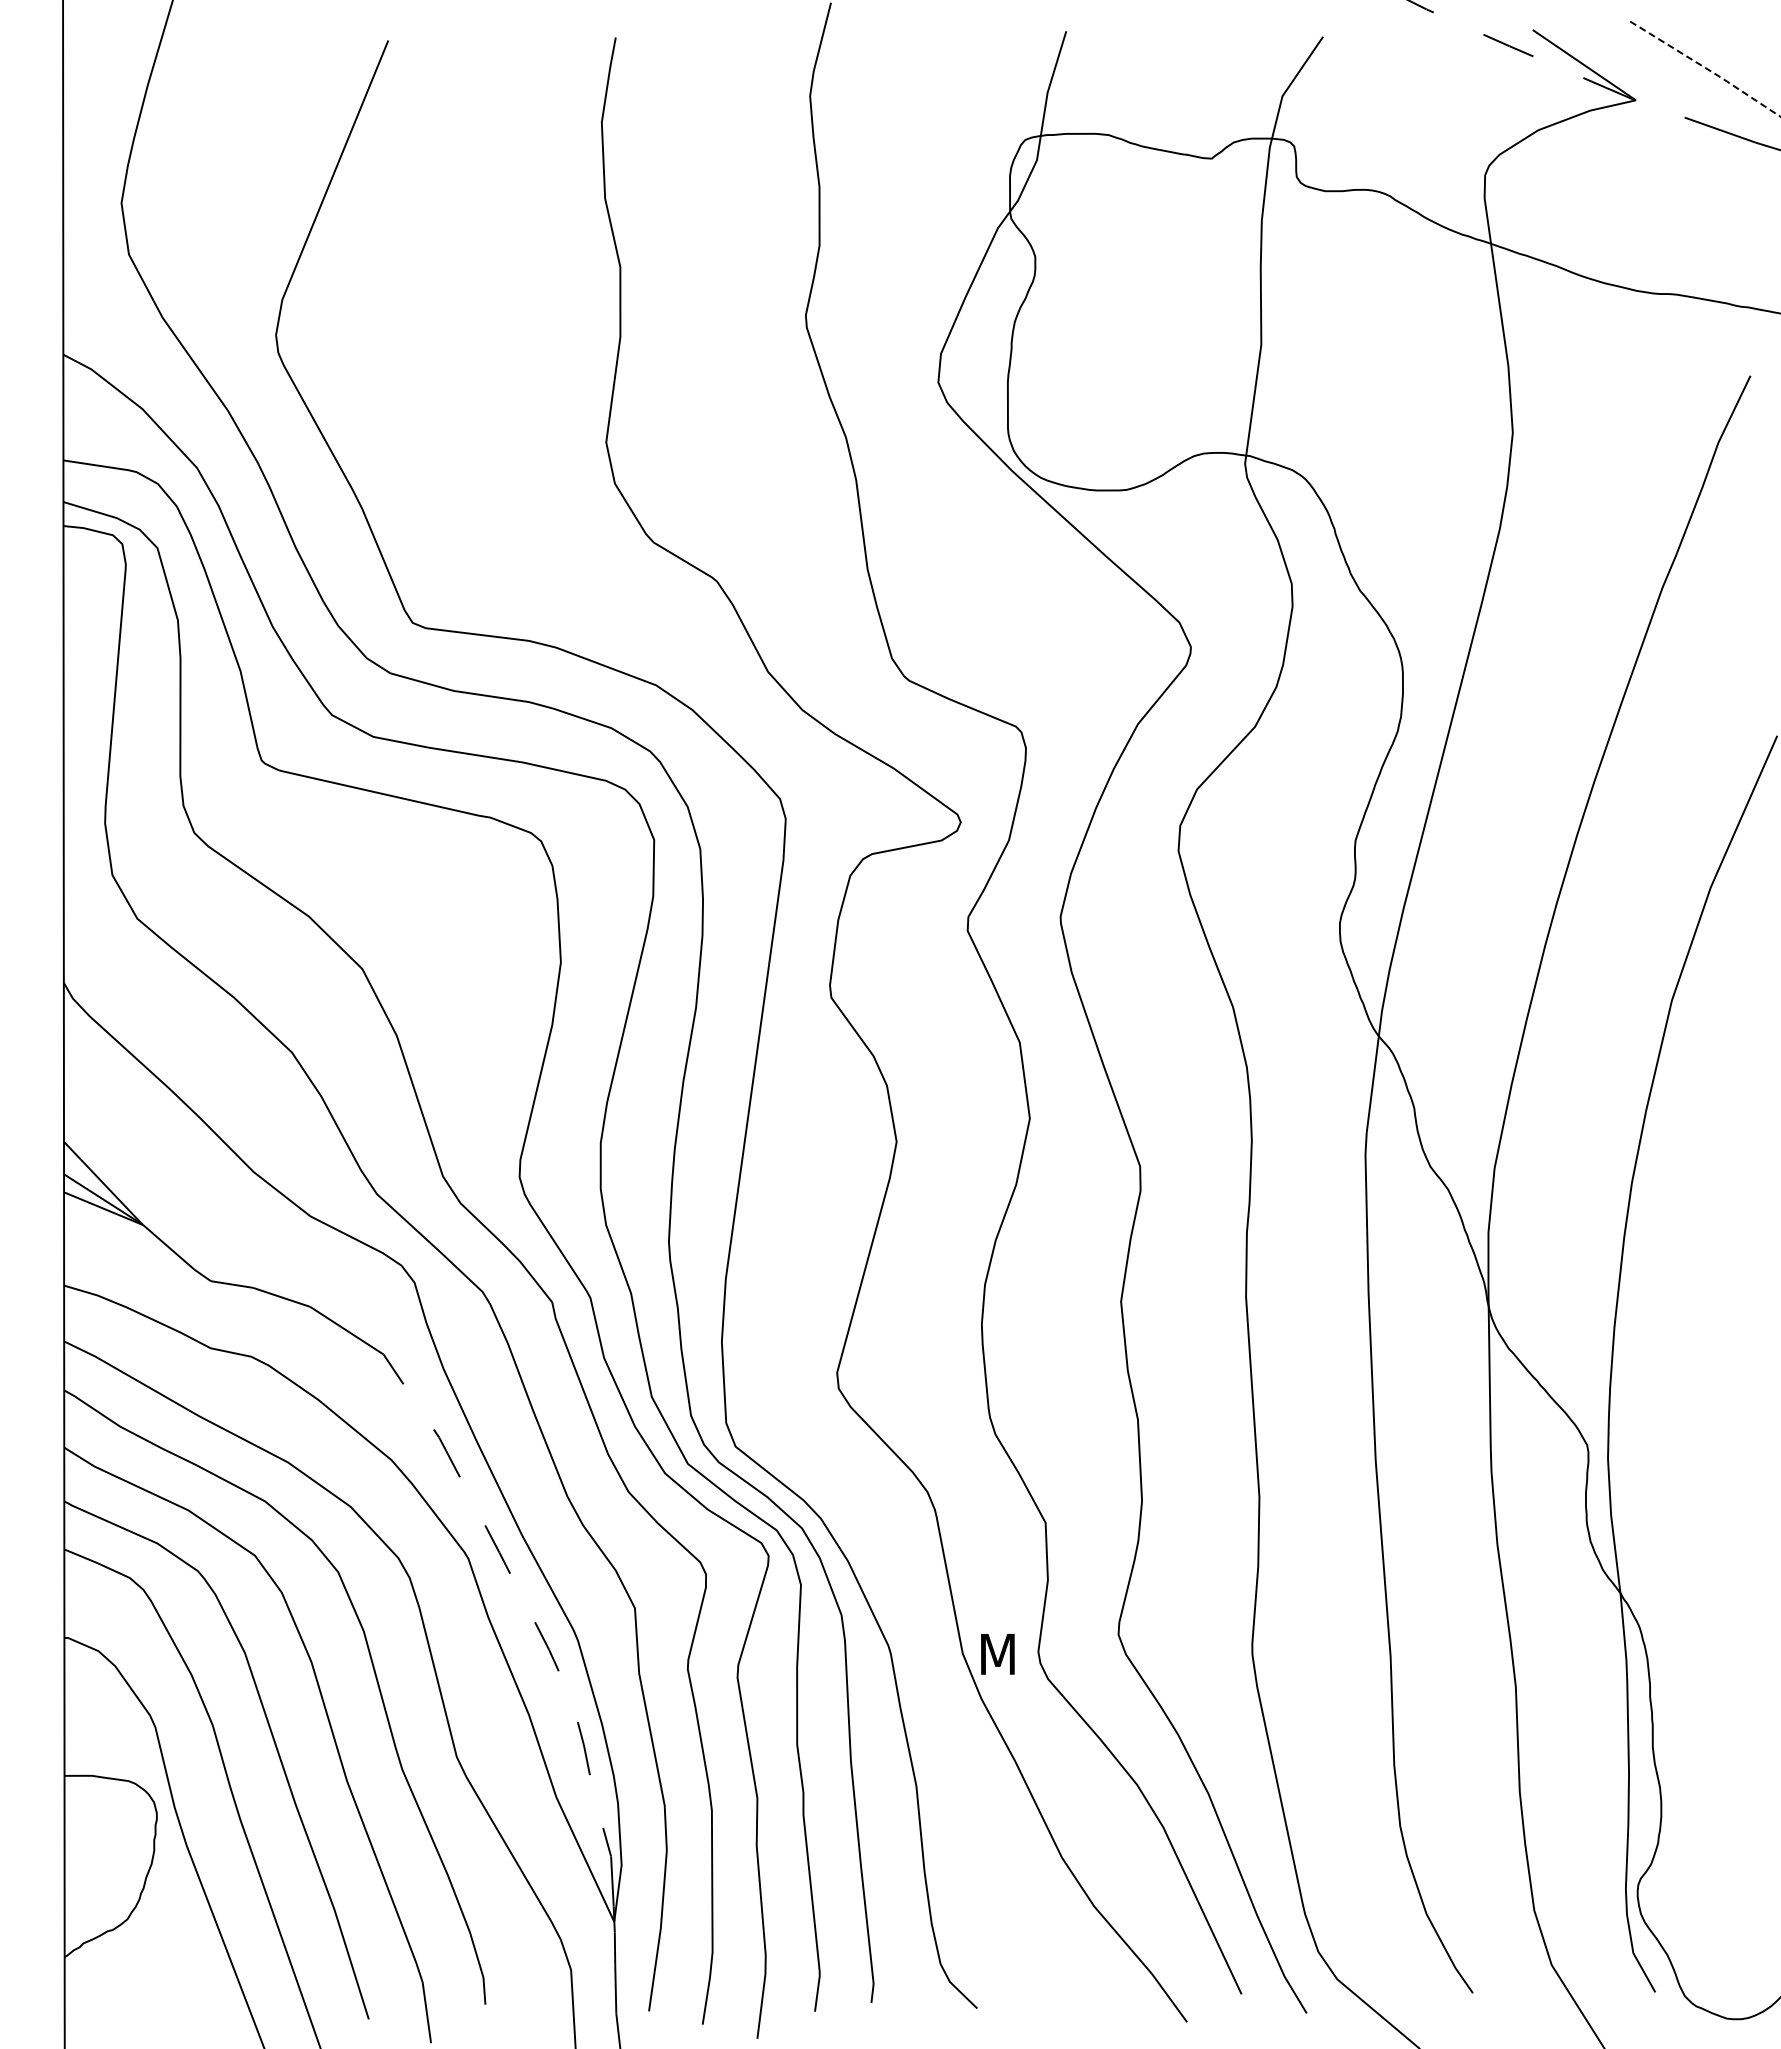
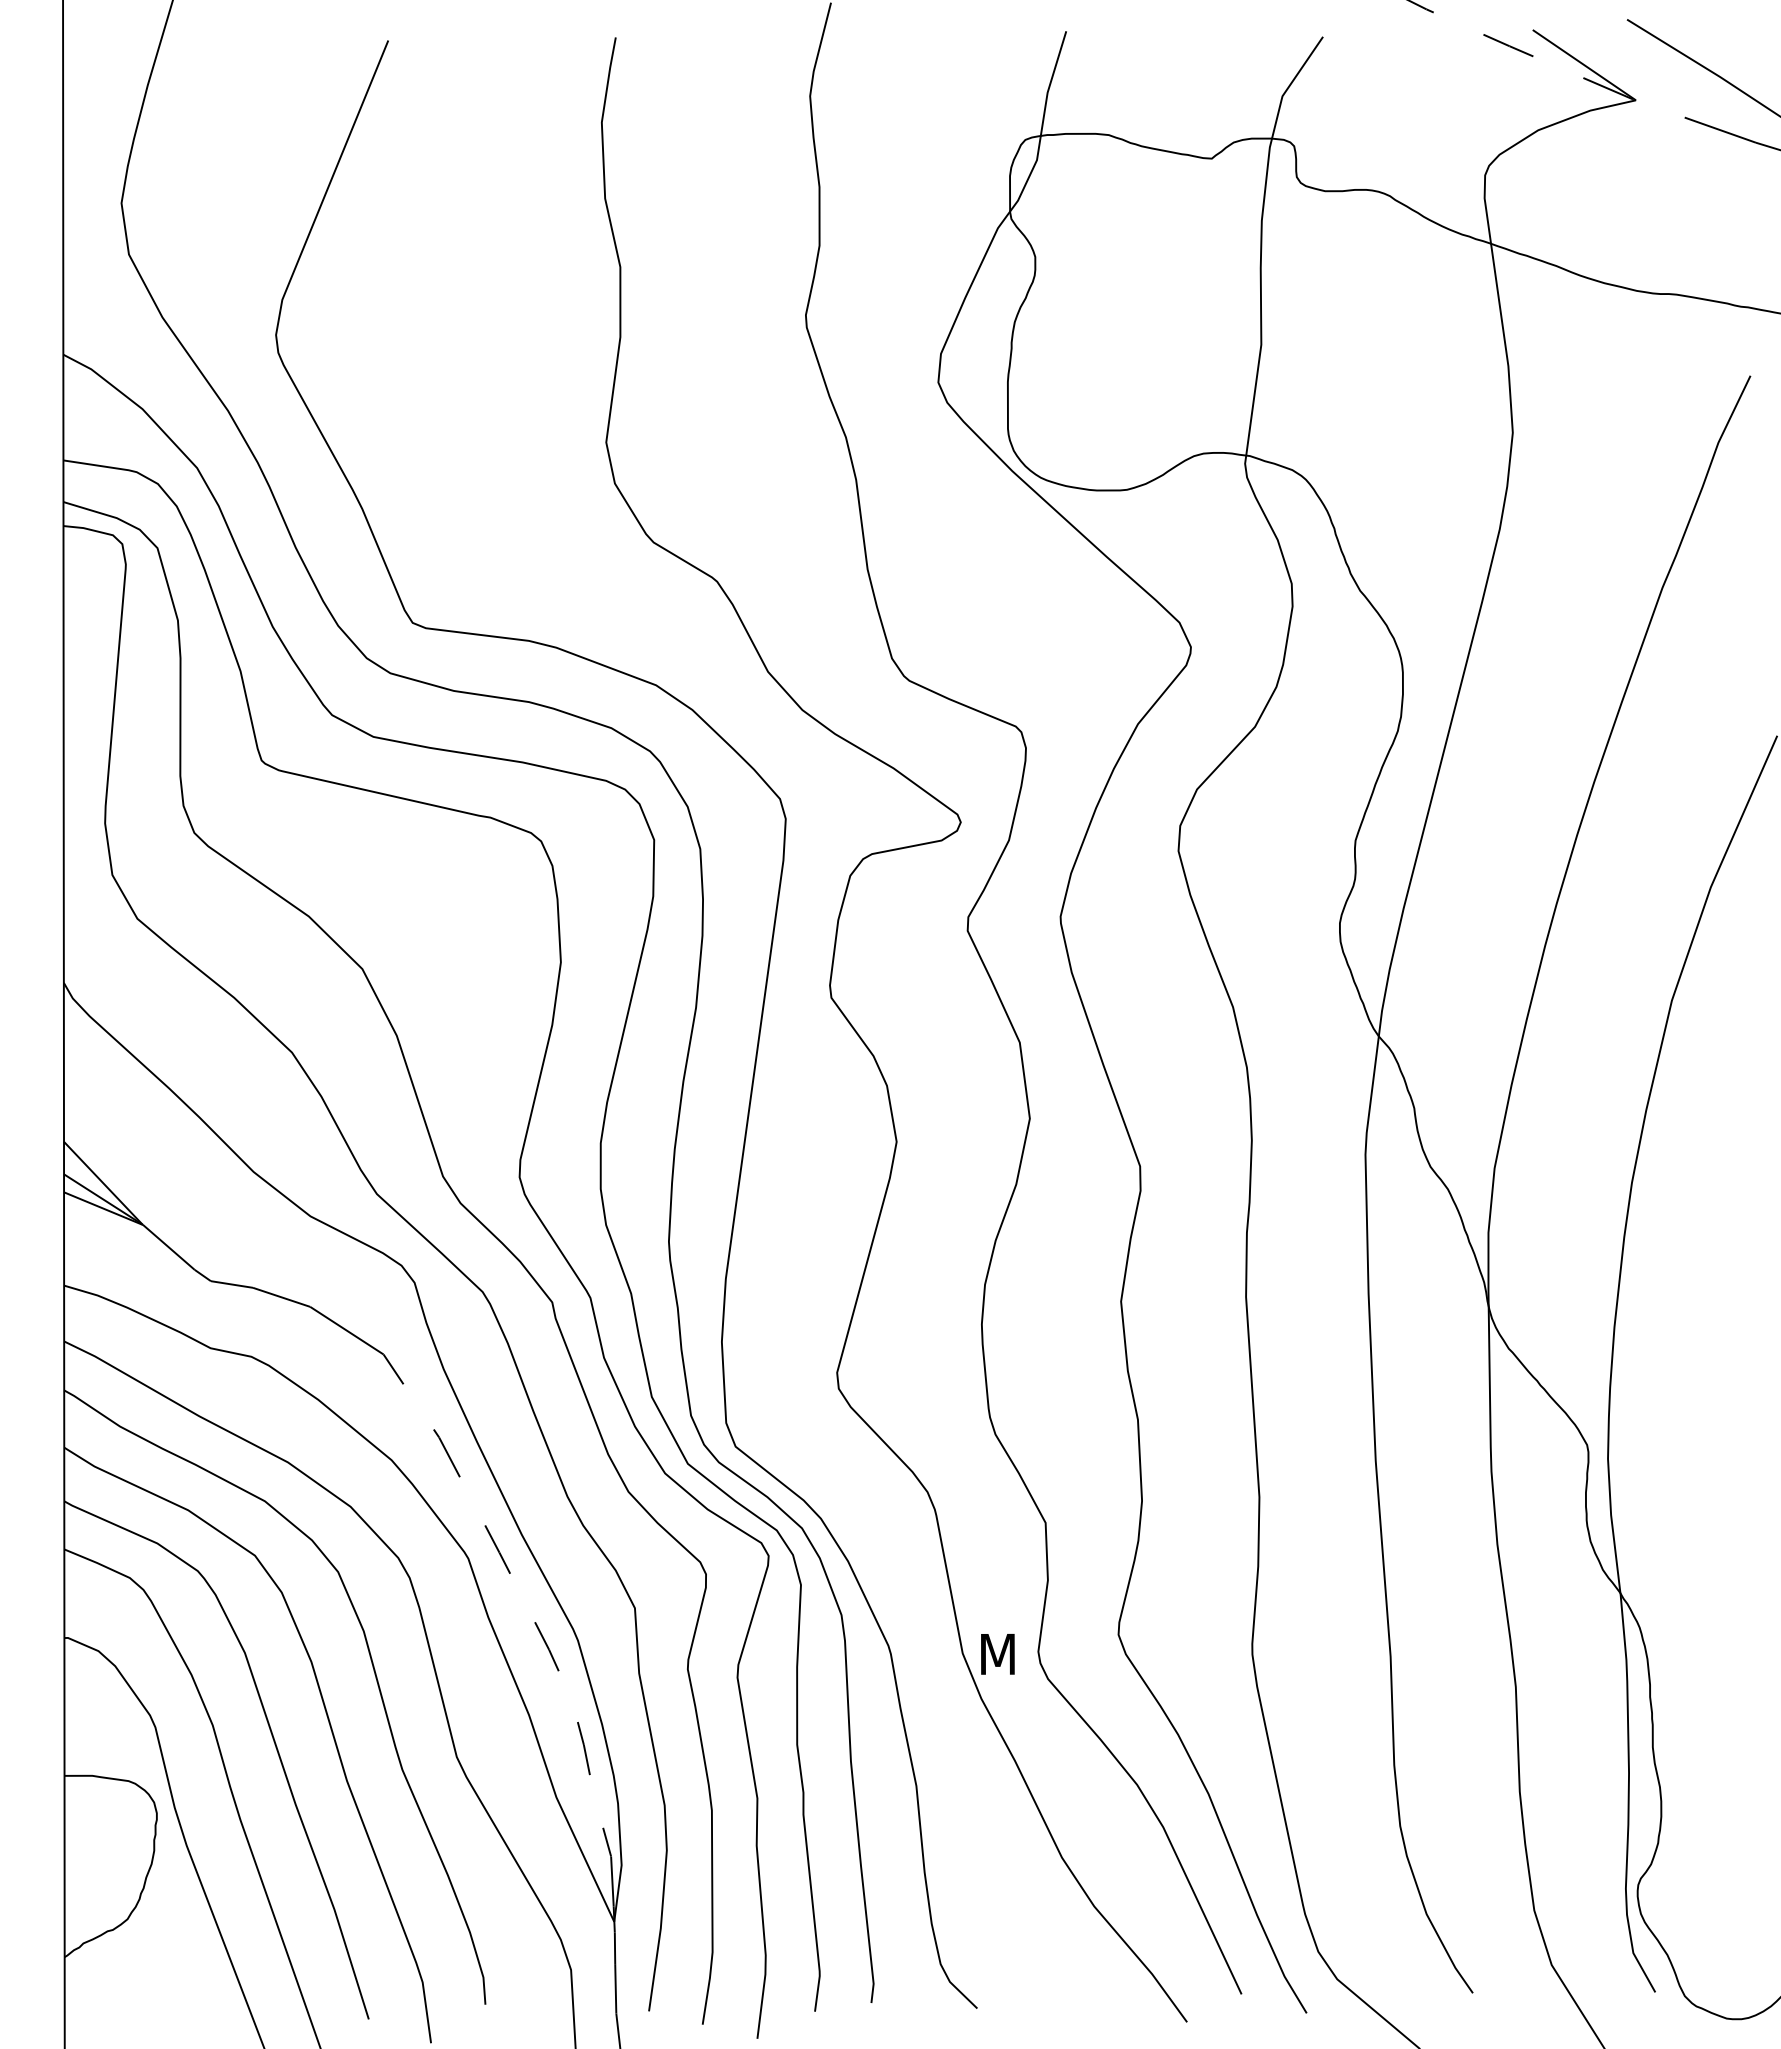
line at (1705, 67): dashed -> solid
